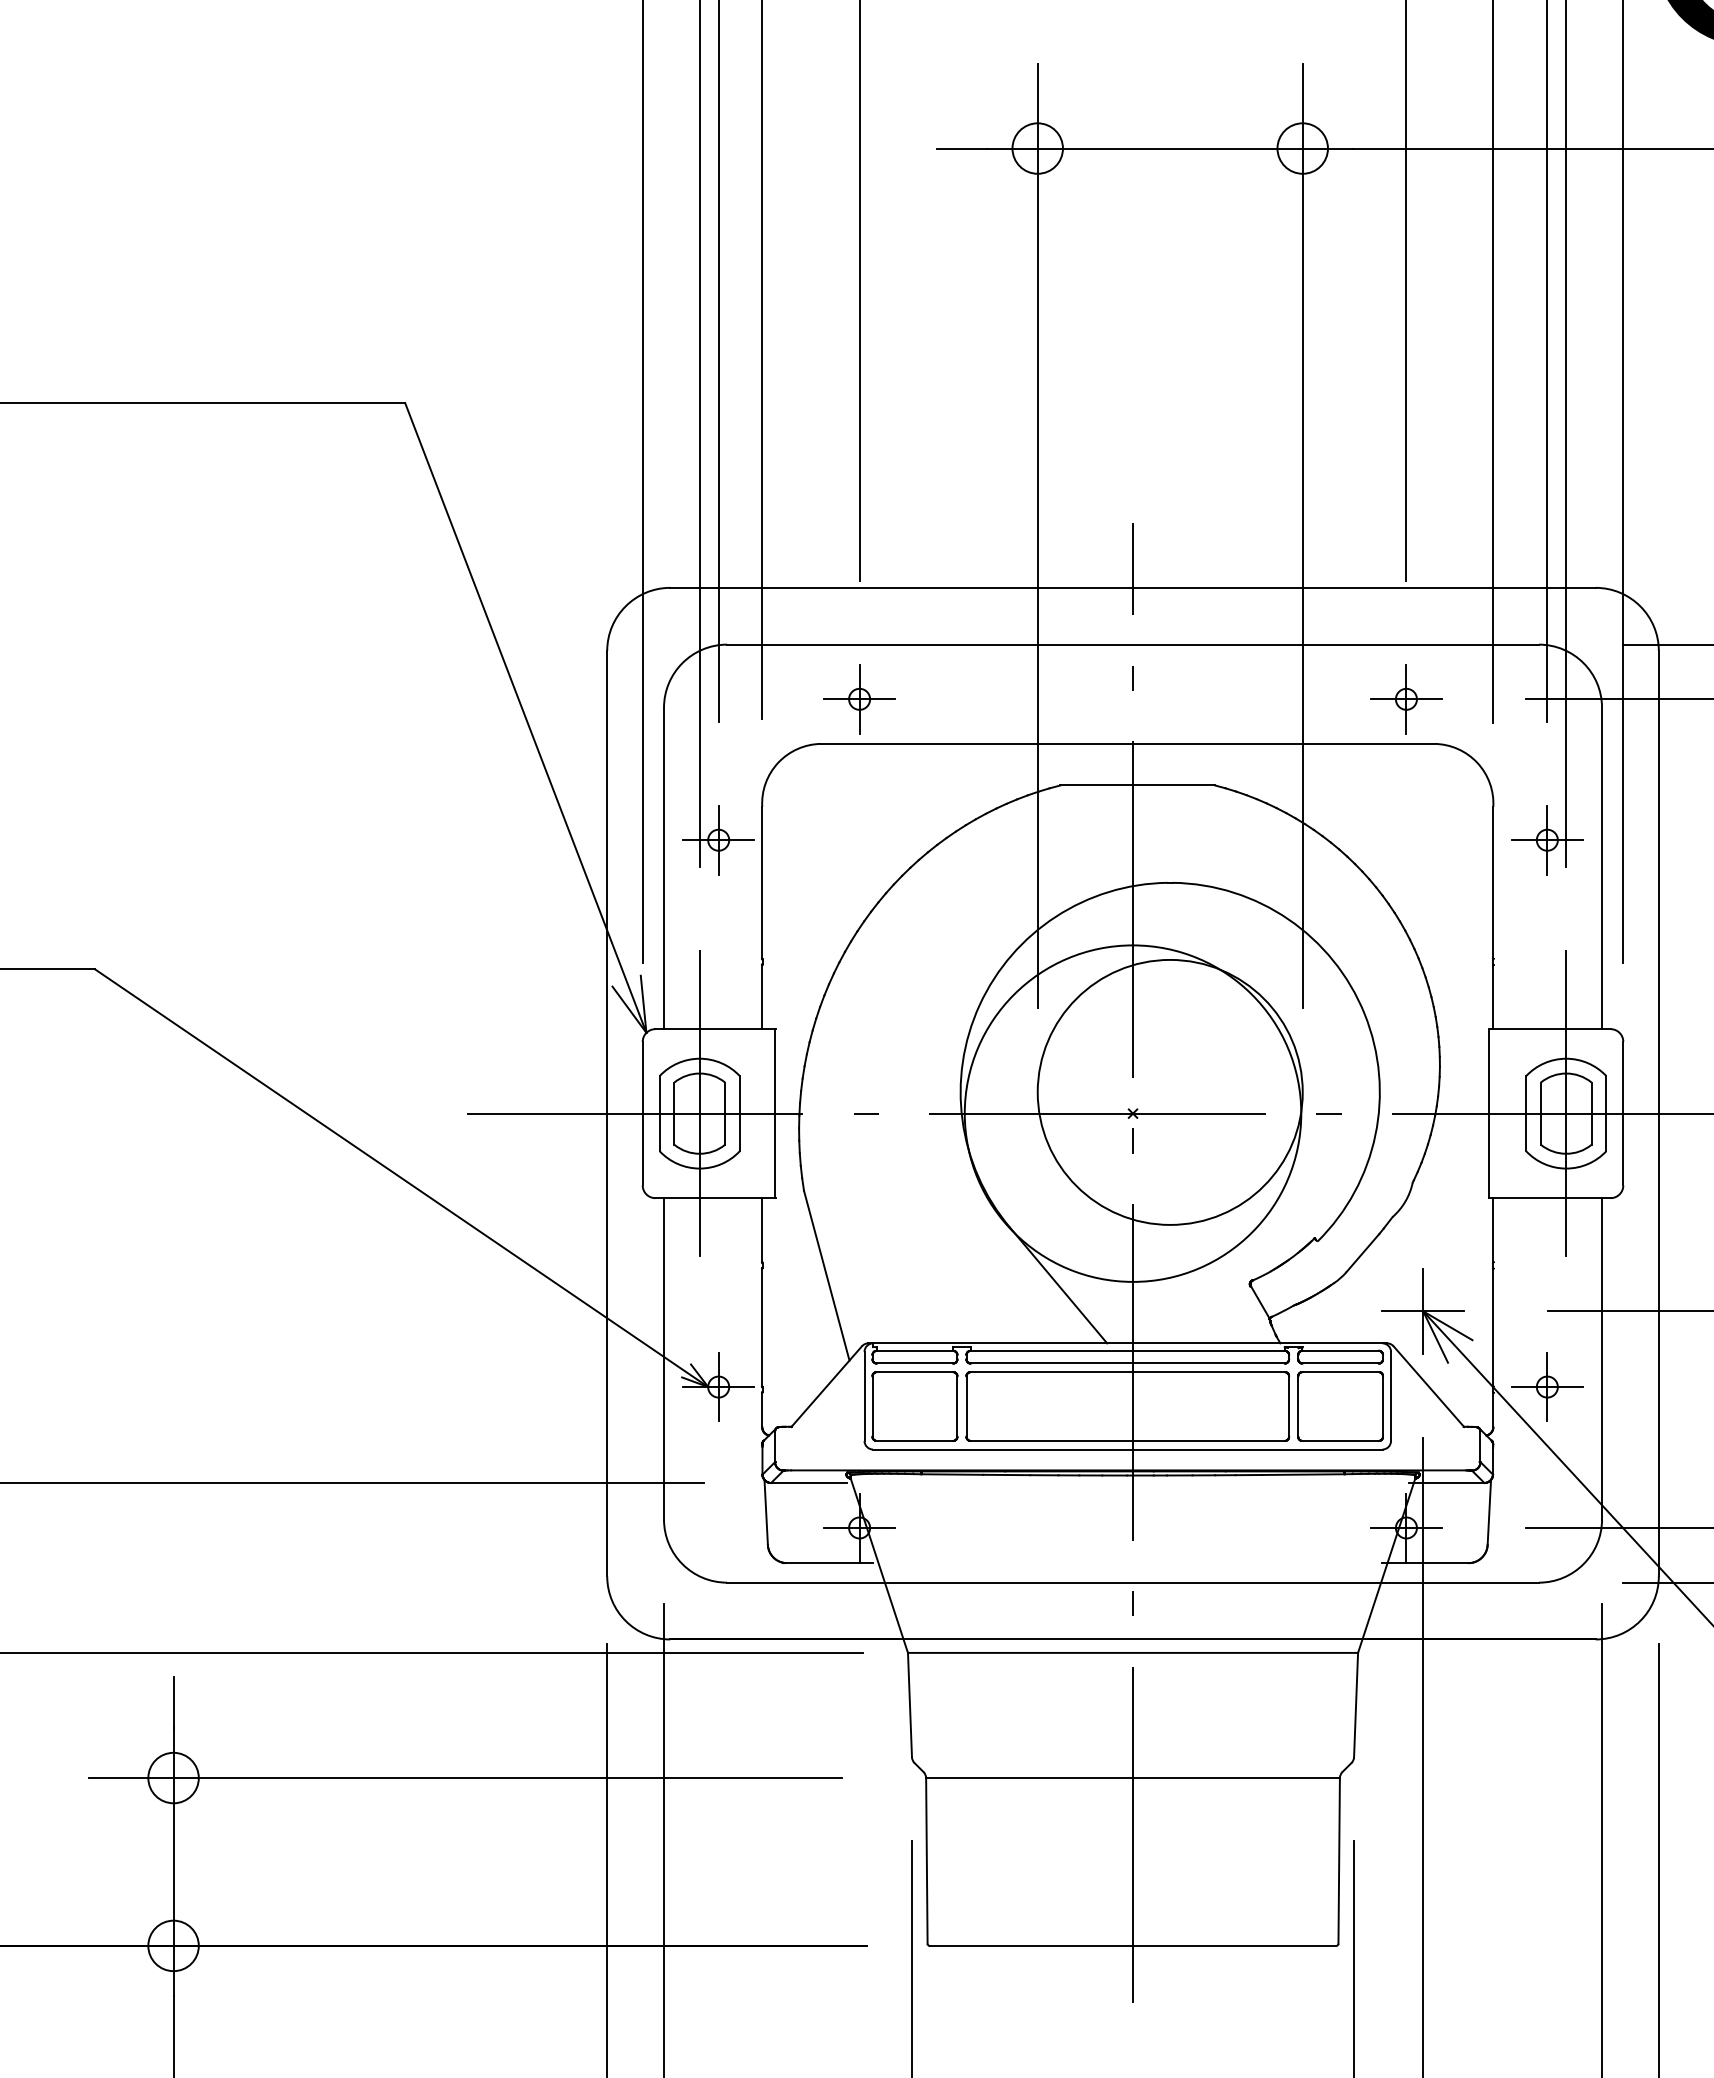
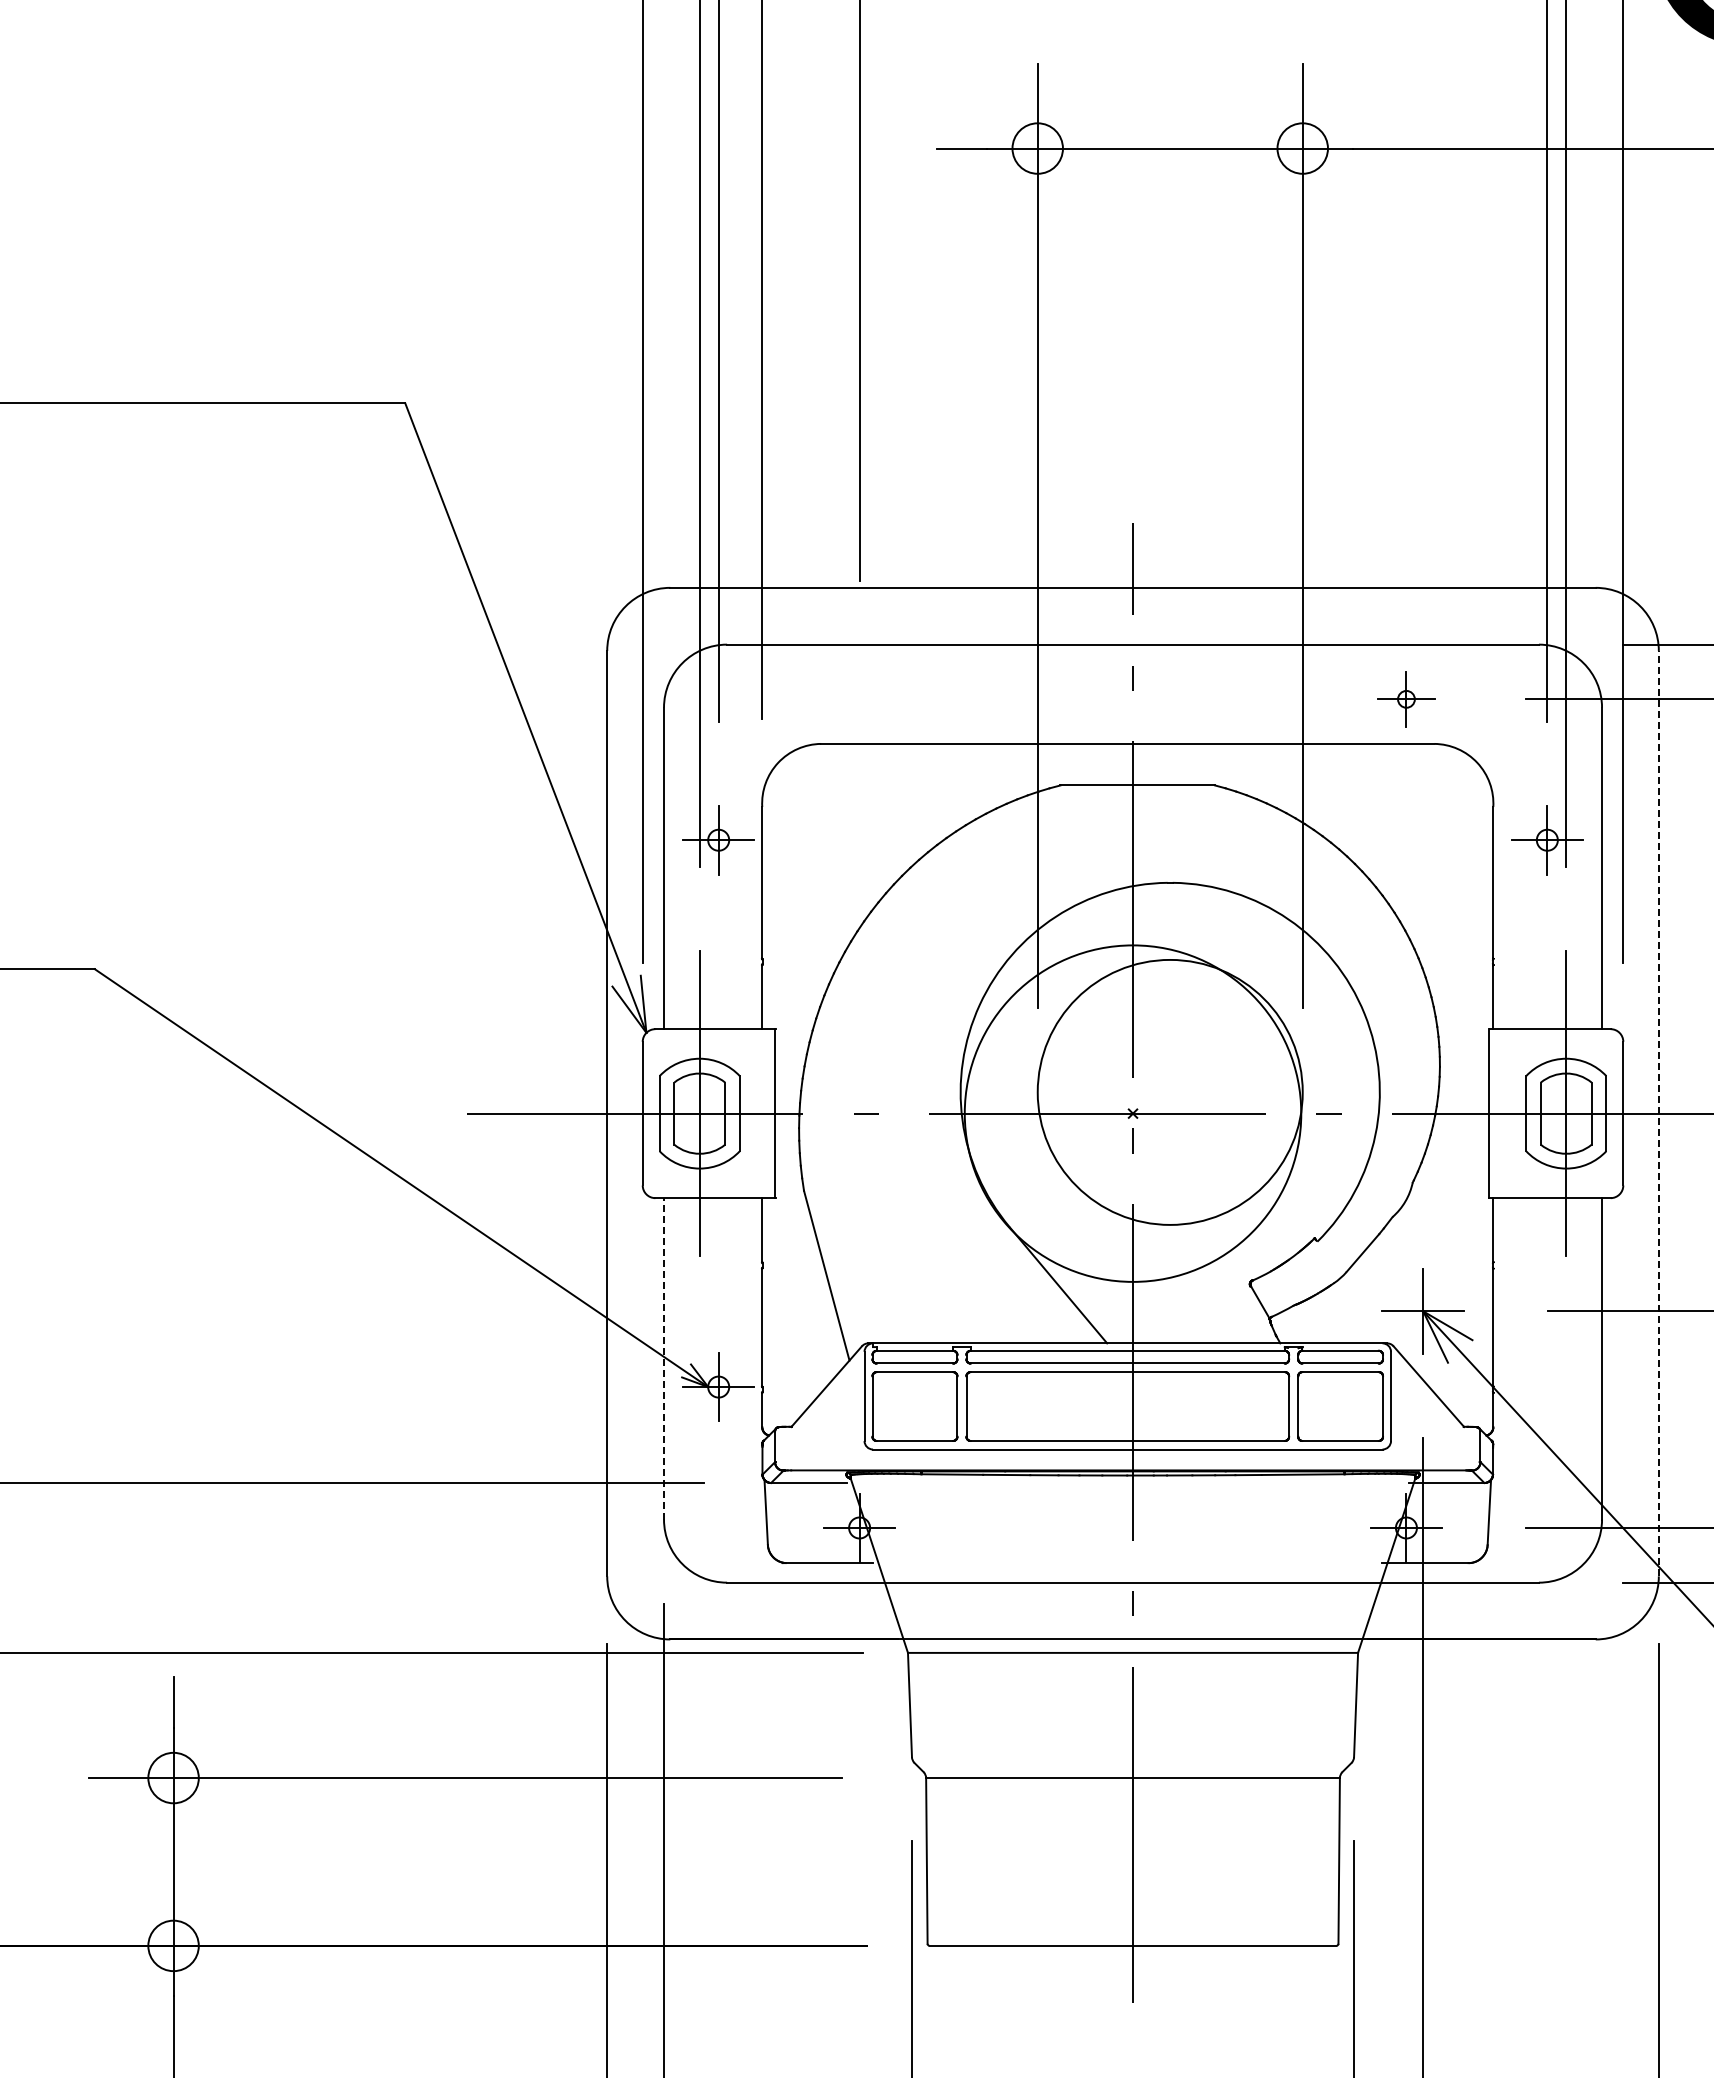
line at (1406, 291): present -> none
line at (1493, 362): present -> none
part at (859, 699): present -> none
part at (1406, 699) size: 73x71 px -> 59x57 px
line at (1658, 1113): solid -> dashed
line at (664, 1358): solid -> dashed
part at (1547, 1386): present -> none
line at (1602, 1838): present -> none
